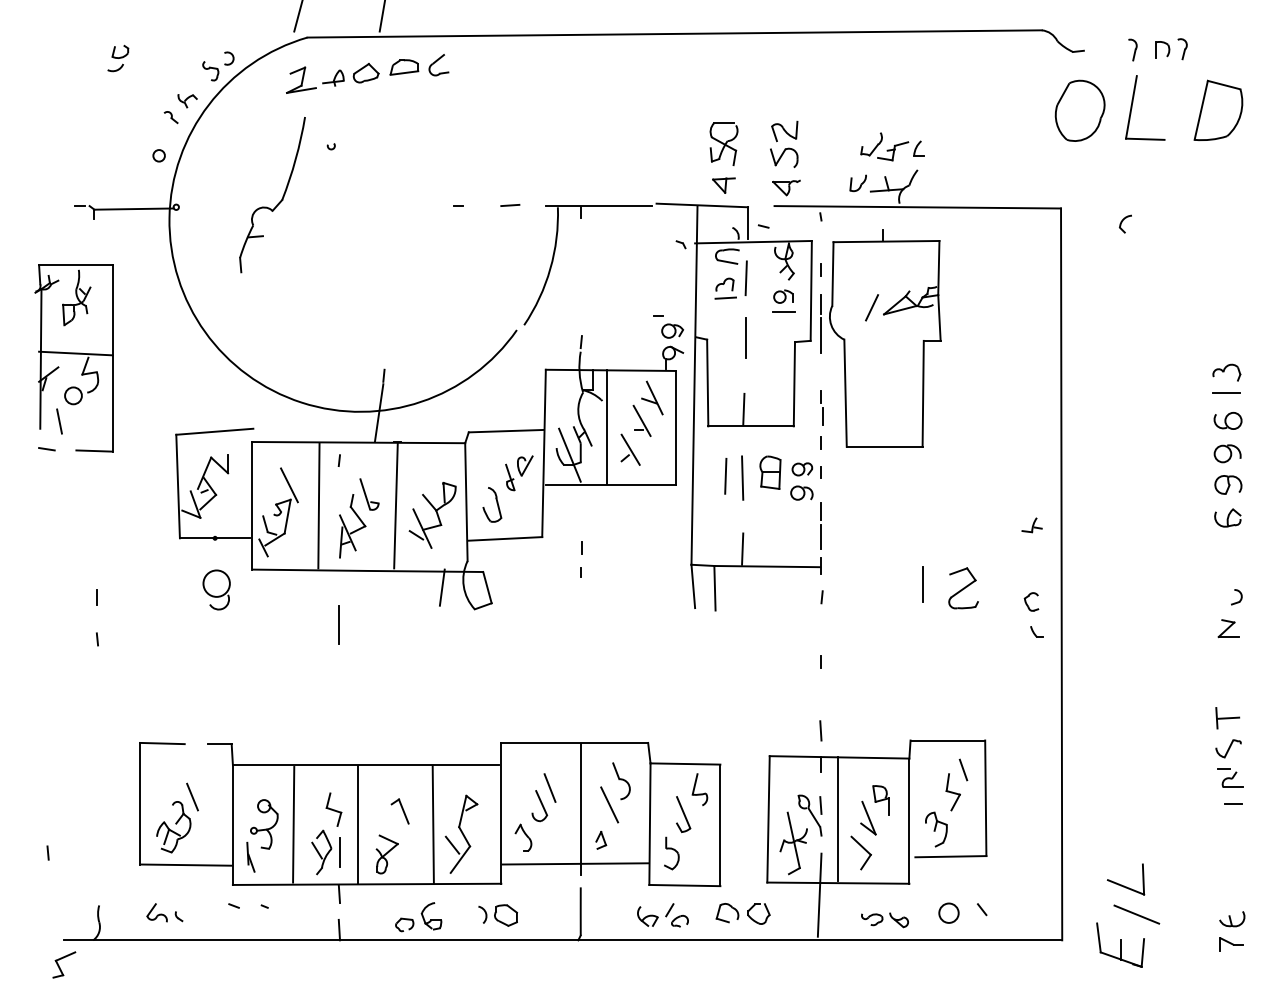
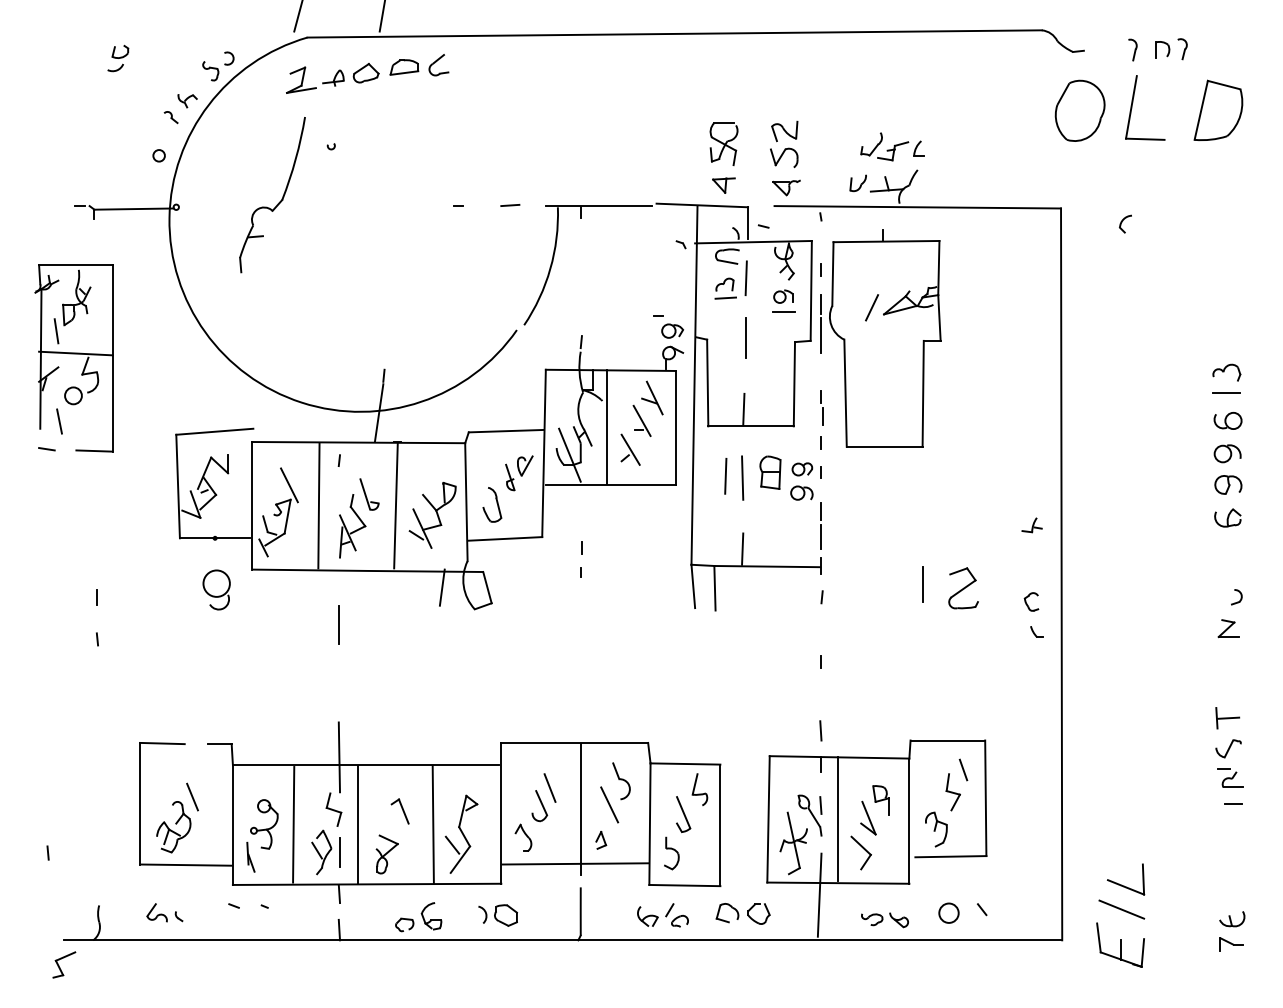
line at (56, 331): none -> present
line at (339, 757): none -> present
line at (1136, 914) position: (1136, 914) -> (1121, 909)
